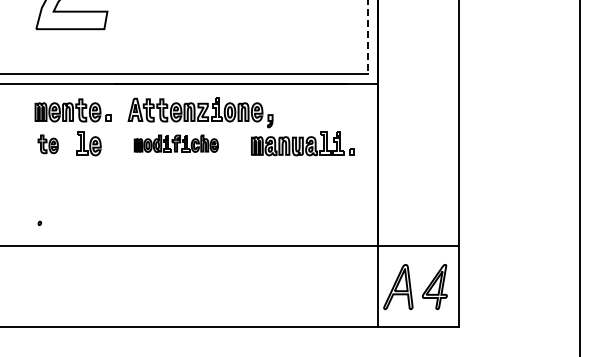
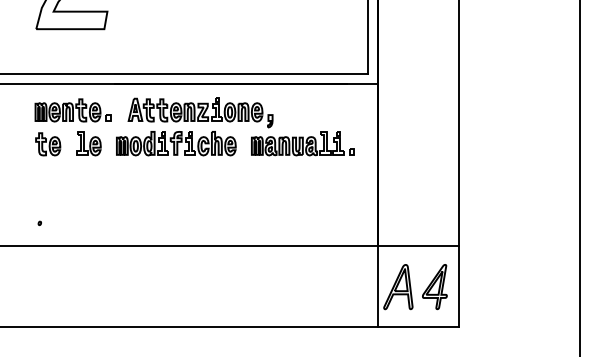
line at (367, 37): dashed -> solid
part at (175, 143) size: 86x19 px -> 121x26 px
part at (47, 144) size: 22x21 px -> 27x25 px
